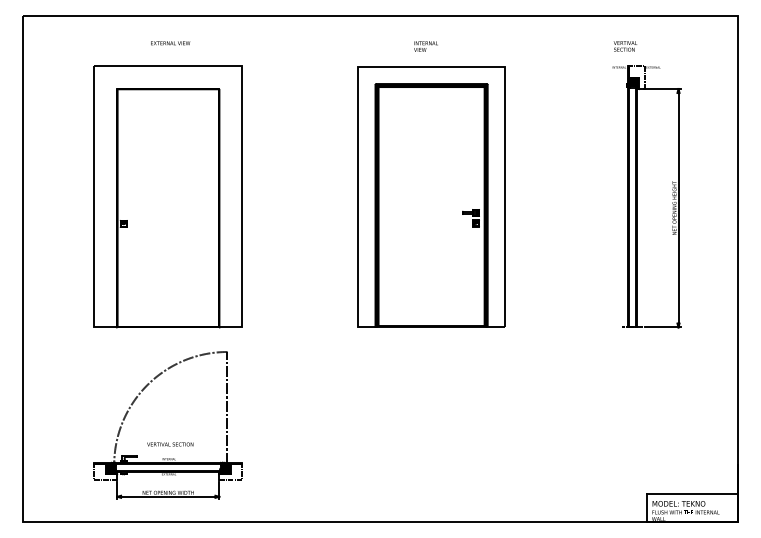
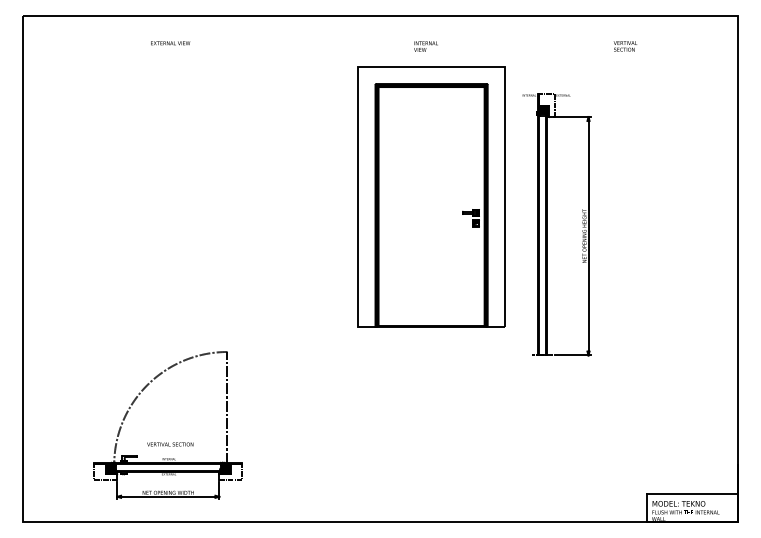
part at (167, 196): present -> none
part at (637, 196) position: (637, 196) -> (547, 224)
